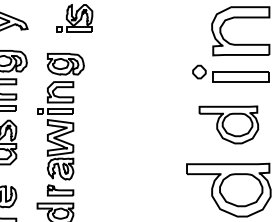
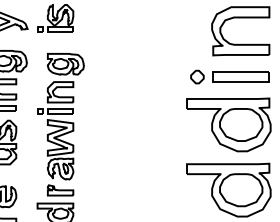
part at (74, 18) position: (74, 18) -> (55, 18)
part at (199, 71) position: (199, 71) -> (197, 76)
part at (228, 124) size: 62x40 px -> 86x56 px
